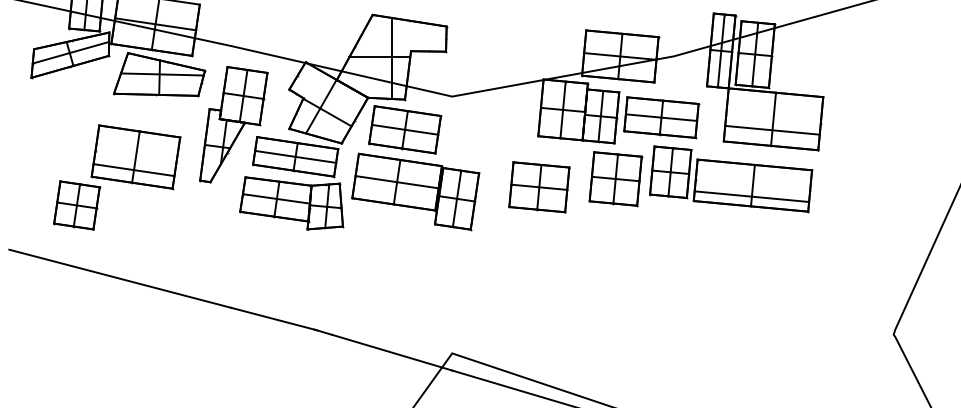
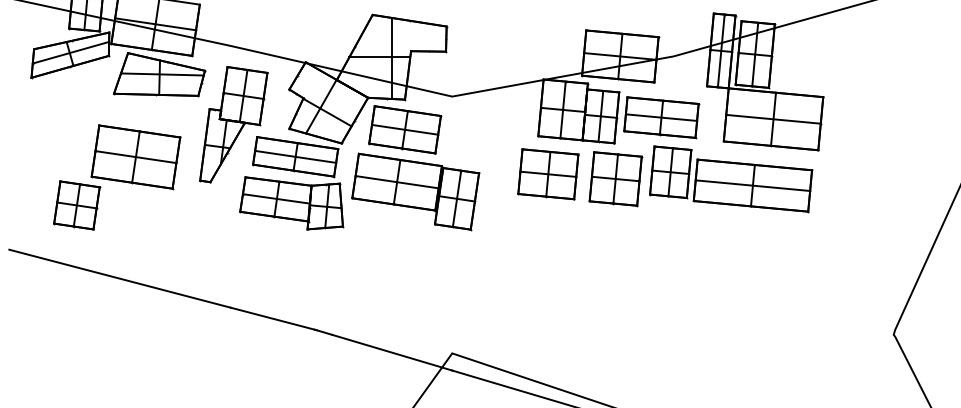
line at (772, 129) position: (772, 129) -> (773, 118)
line at (133, 170) position: (133, 170) -> (135, 157)
part at (539, 187) position: (539, 187) -> (548, 174)
line at (751, 196) position: (751, 196) -> (752, 185)
